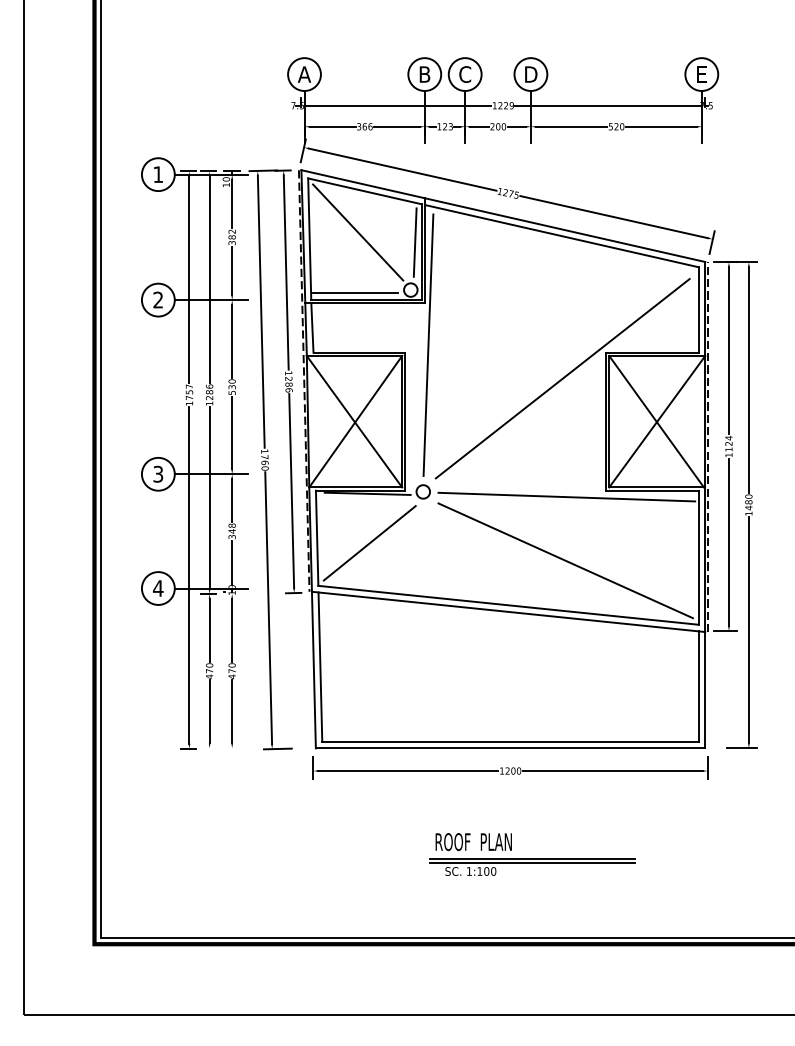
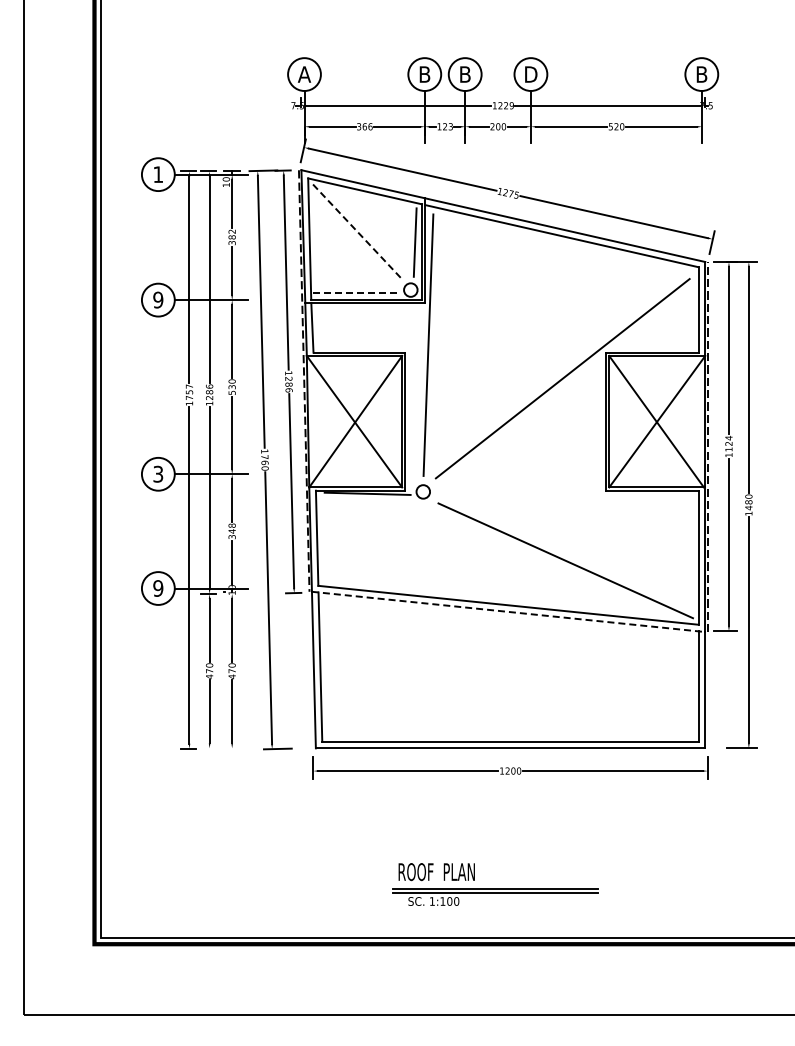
text at (465, 74): C -> B
text at (701, 74): E -> B
line at (358, 232): solid -> dashed
line at (356, 293): solid -> dashed
text at (158, 299): 2 -> 9
line at (566, 496): present -> none
line at (369, 543): present -> none
text at (158, 588): 4 -> 9
line at (508, 611): solid -> dashed
part at (532, 854) position: (532, 854) -> (495, 884)
